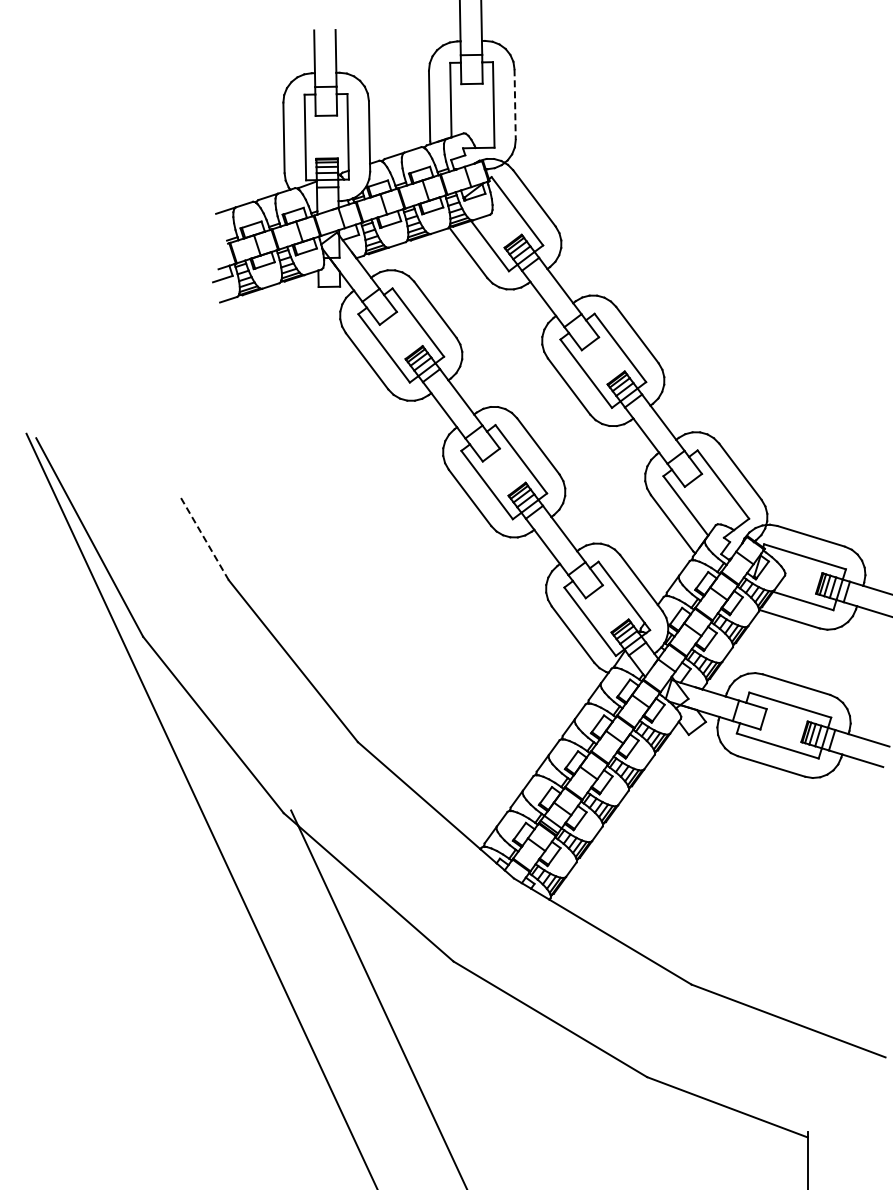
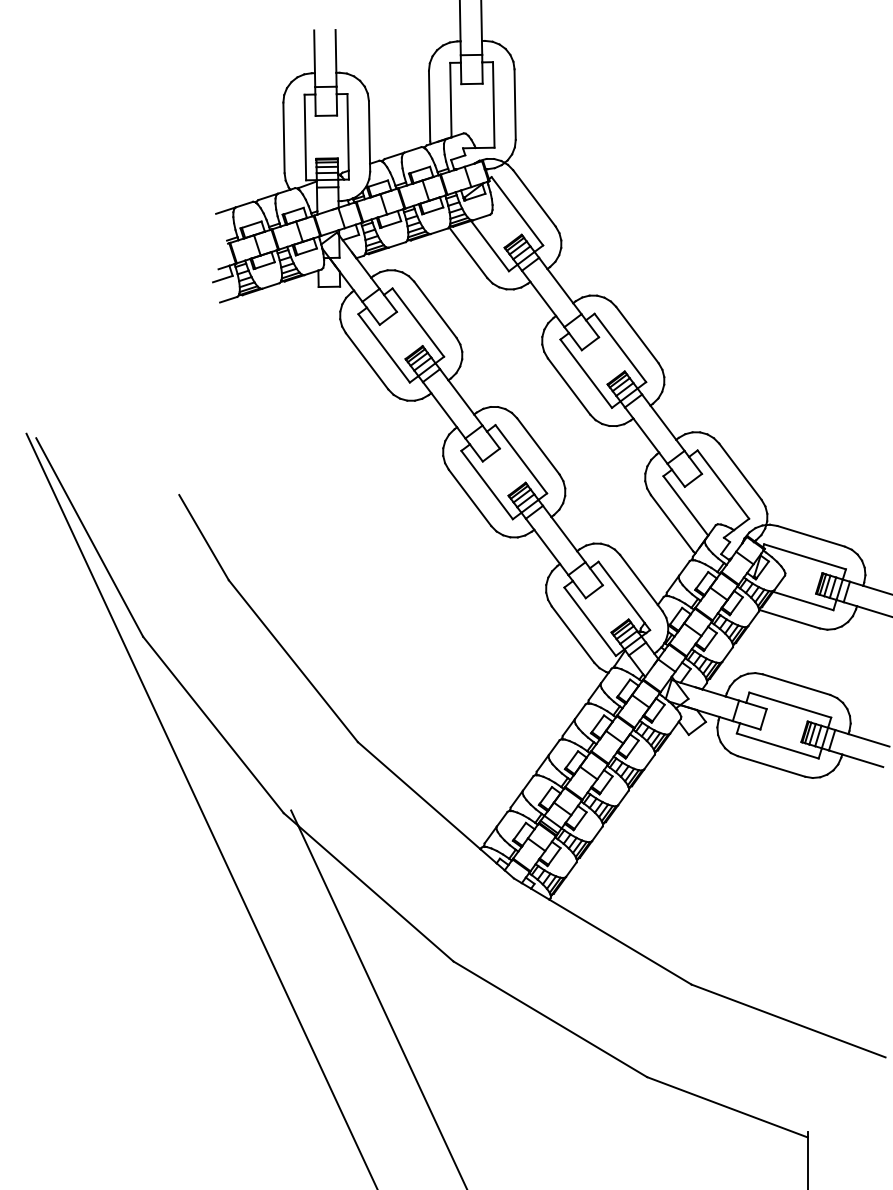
line at (515, 105): dashed -> solid
line at (203, 537): dashed -> solid
